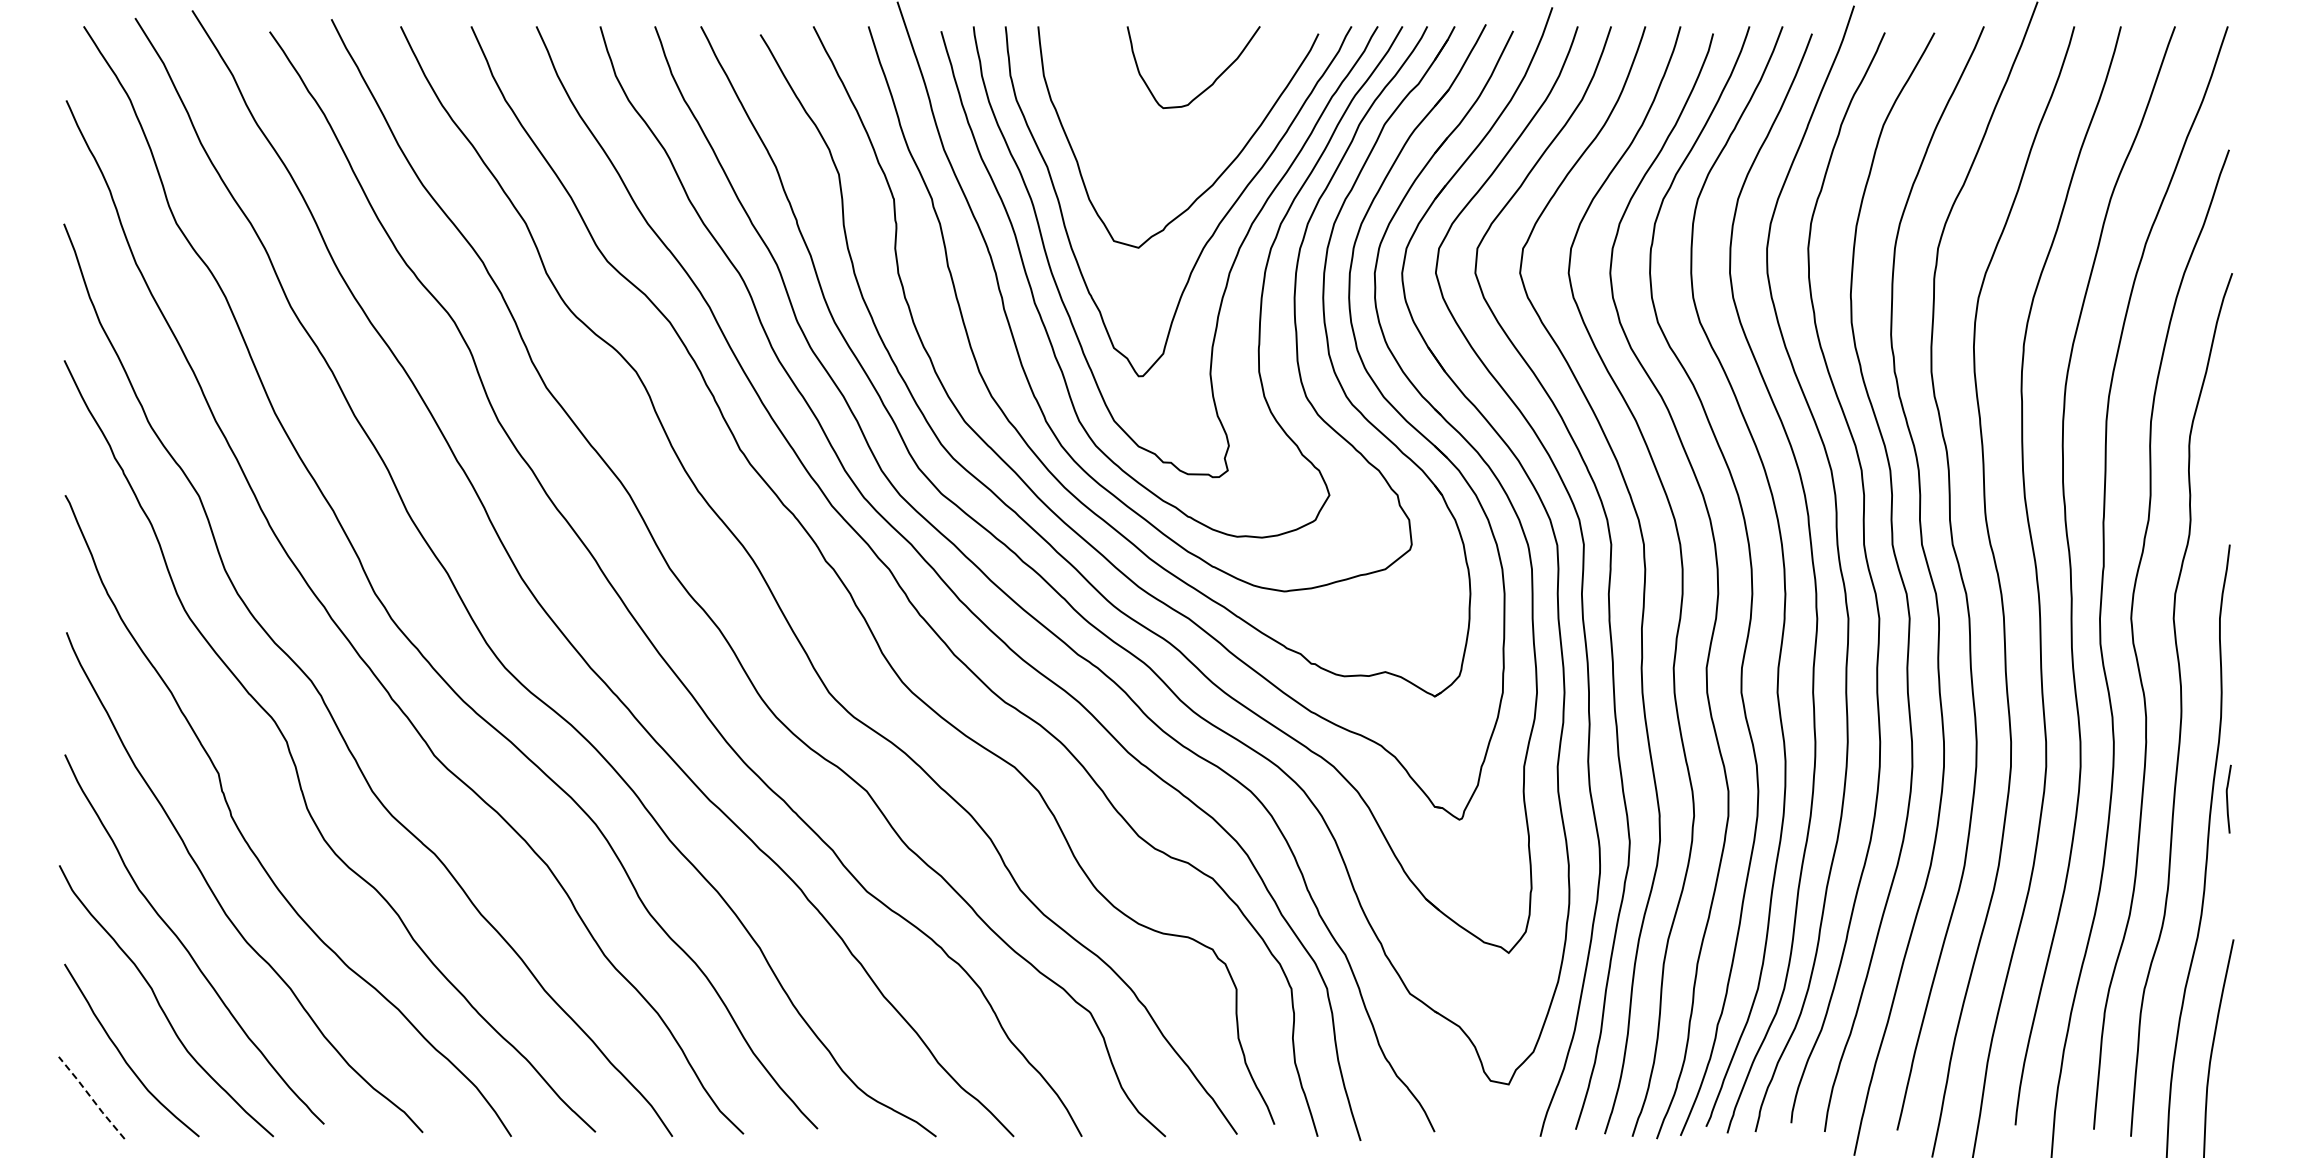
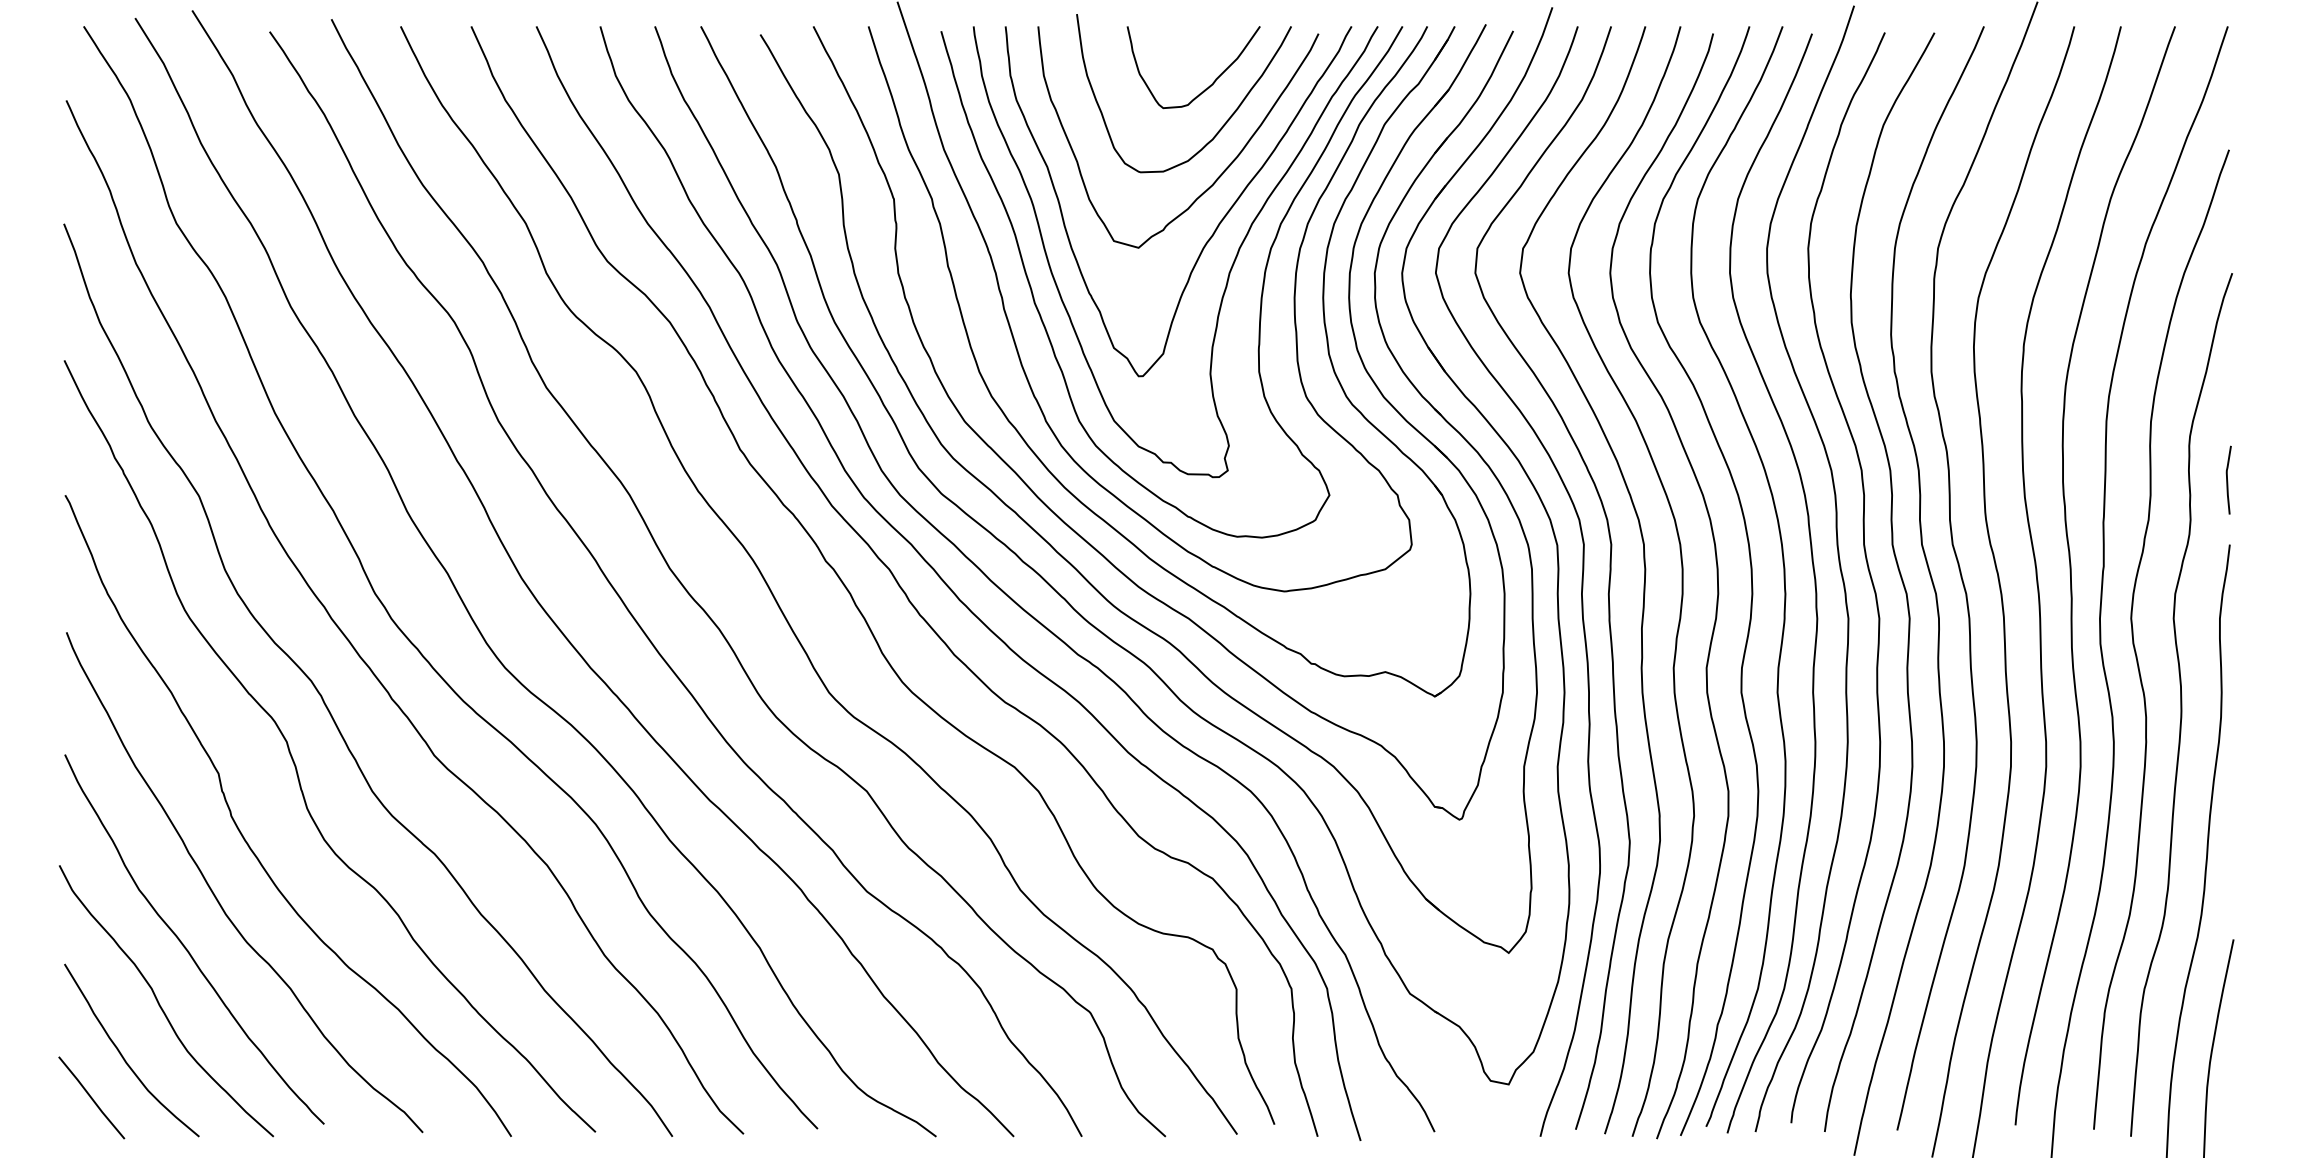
curve at (1222, 125): none -> present
curve at (2227, 798) position: (2227, 798) -> (2227, 479)
line at (91, 1097): dashed -> solid
